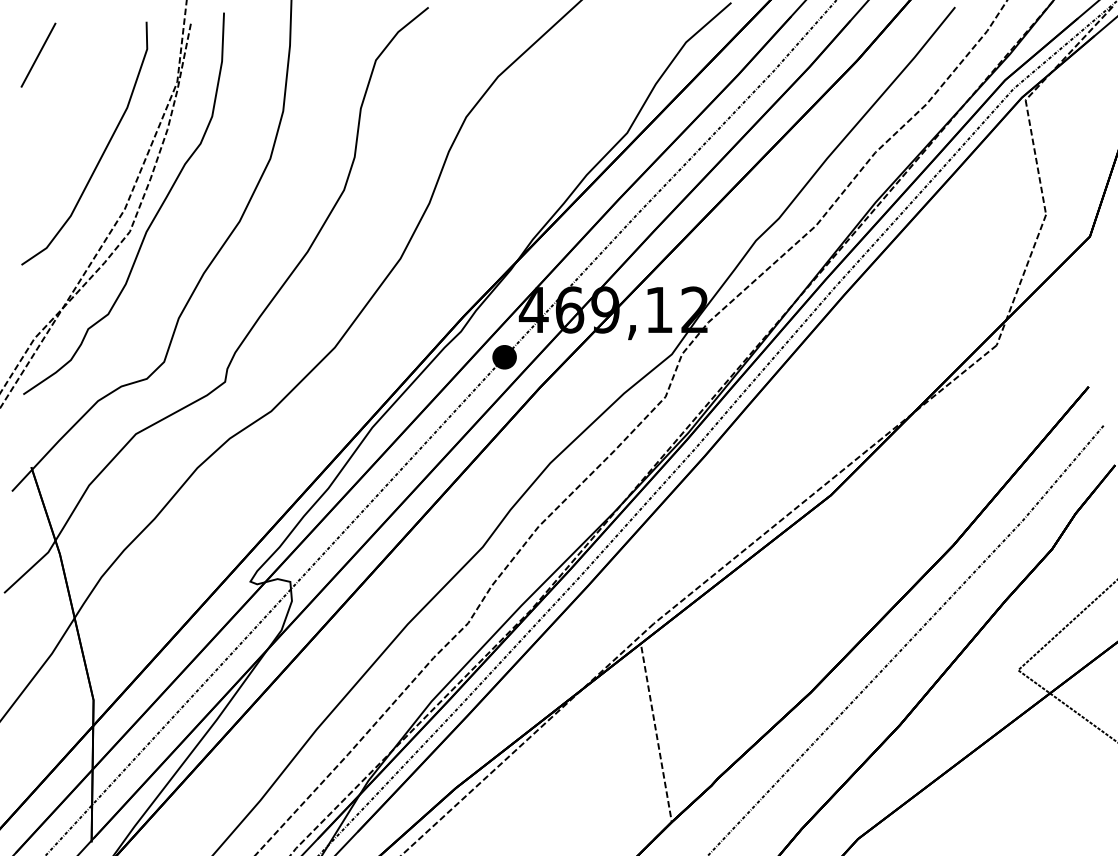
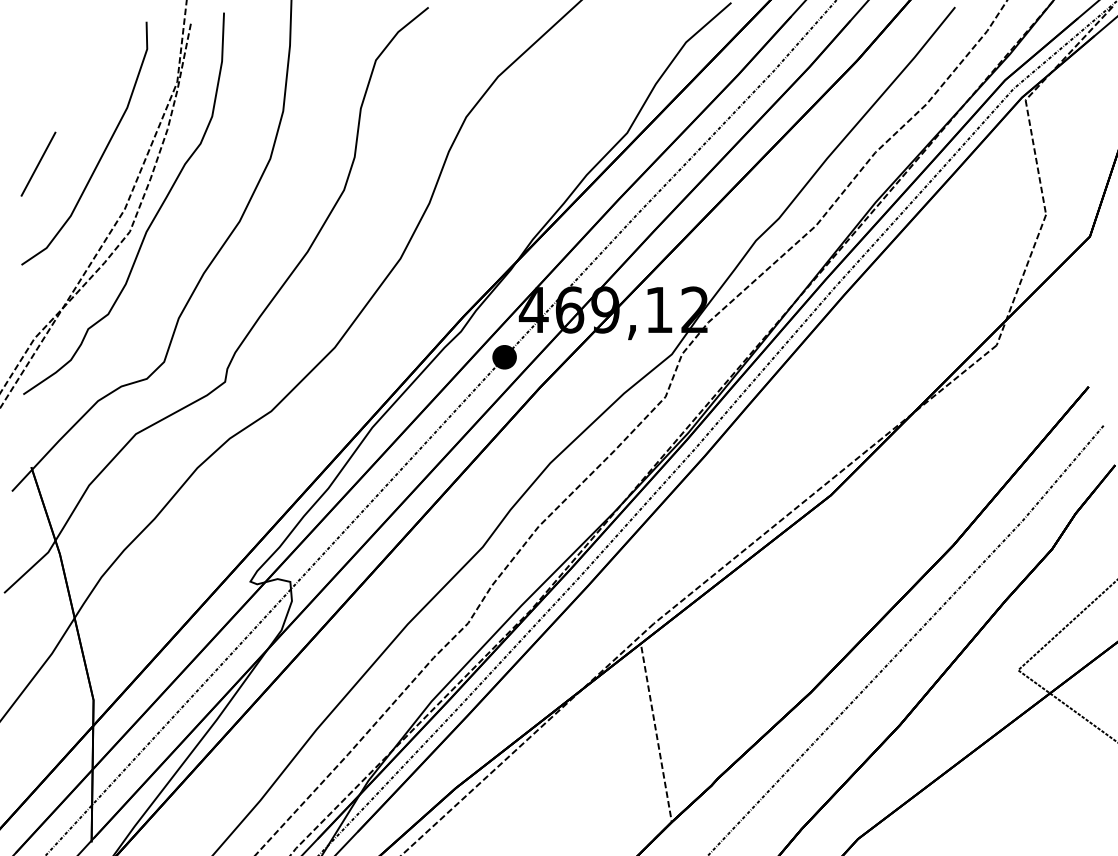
line at (38, 54) position: (38, 54) -> (38, 163)
